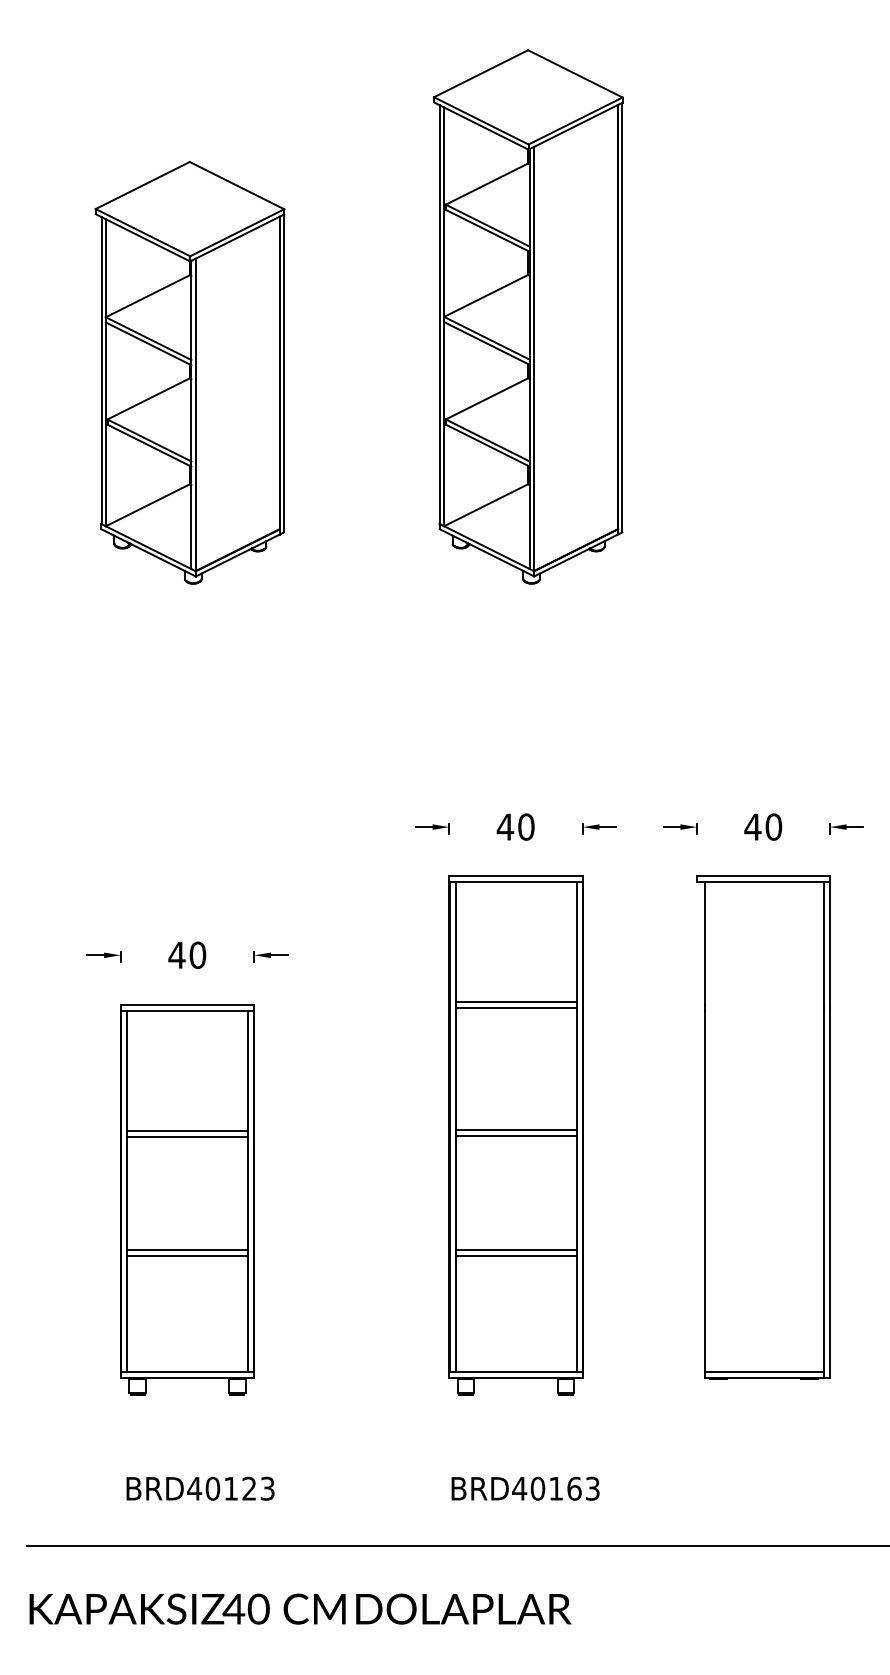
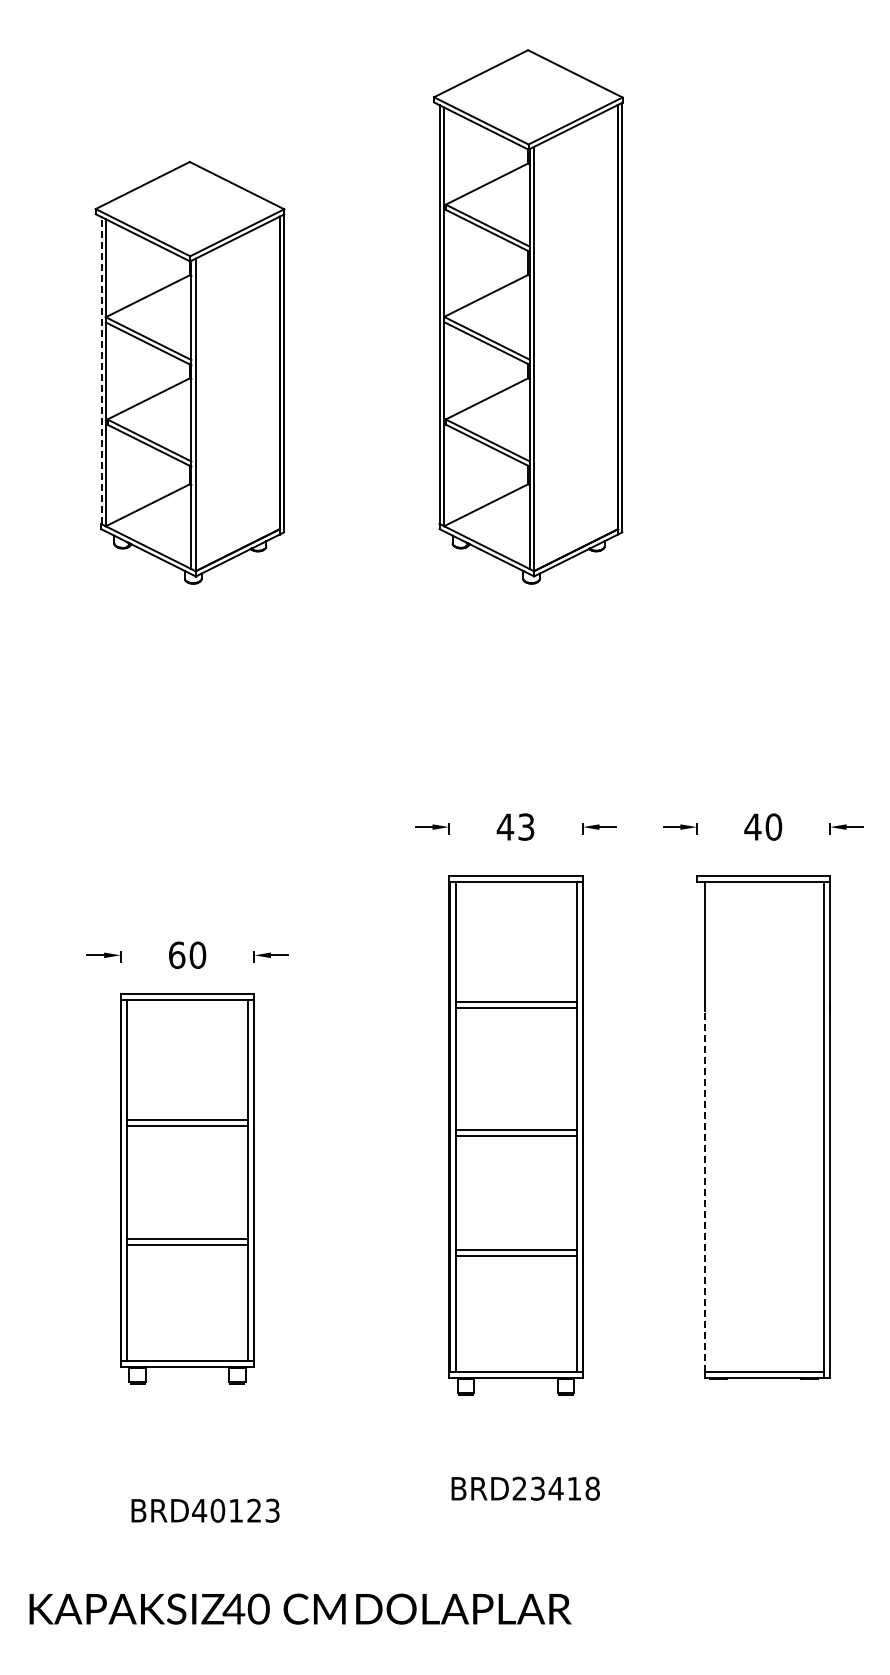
line at (101, 370): solid -> dashed
text at (526, 826): 40 -> 43
text at (176, 955): 40 -> 60
line at (704, 1191): solid -> dashed
part at (187, 1199) position: (187, 1199) -> (187, 1188)
text at (200, 1488) position: (200, 1488) -> (205, 1510)
text at (555, 1488): BRD40163 -> BRD23418
line at (456, 1545): present -> none
